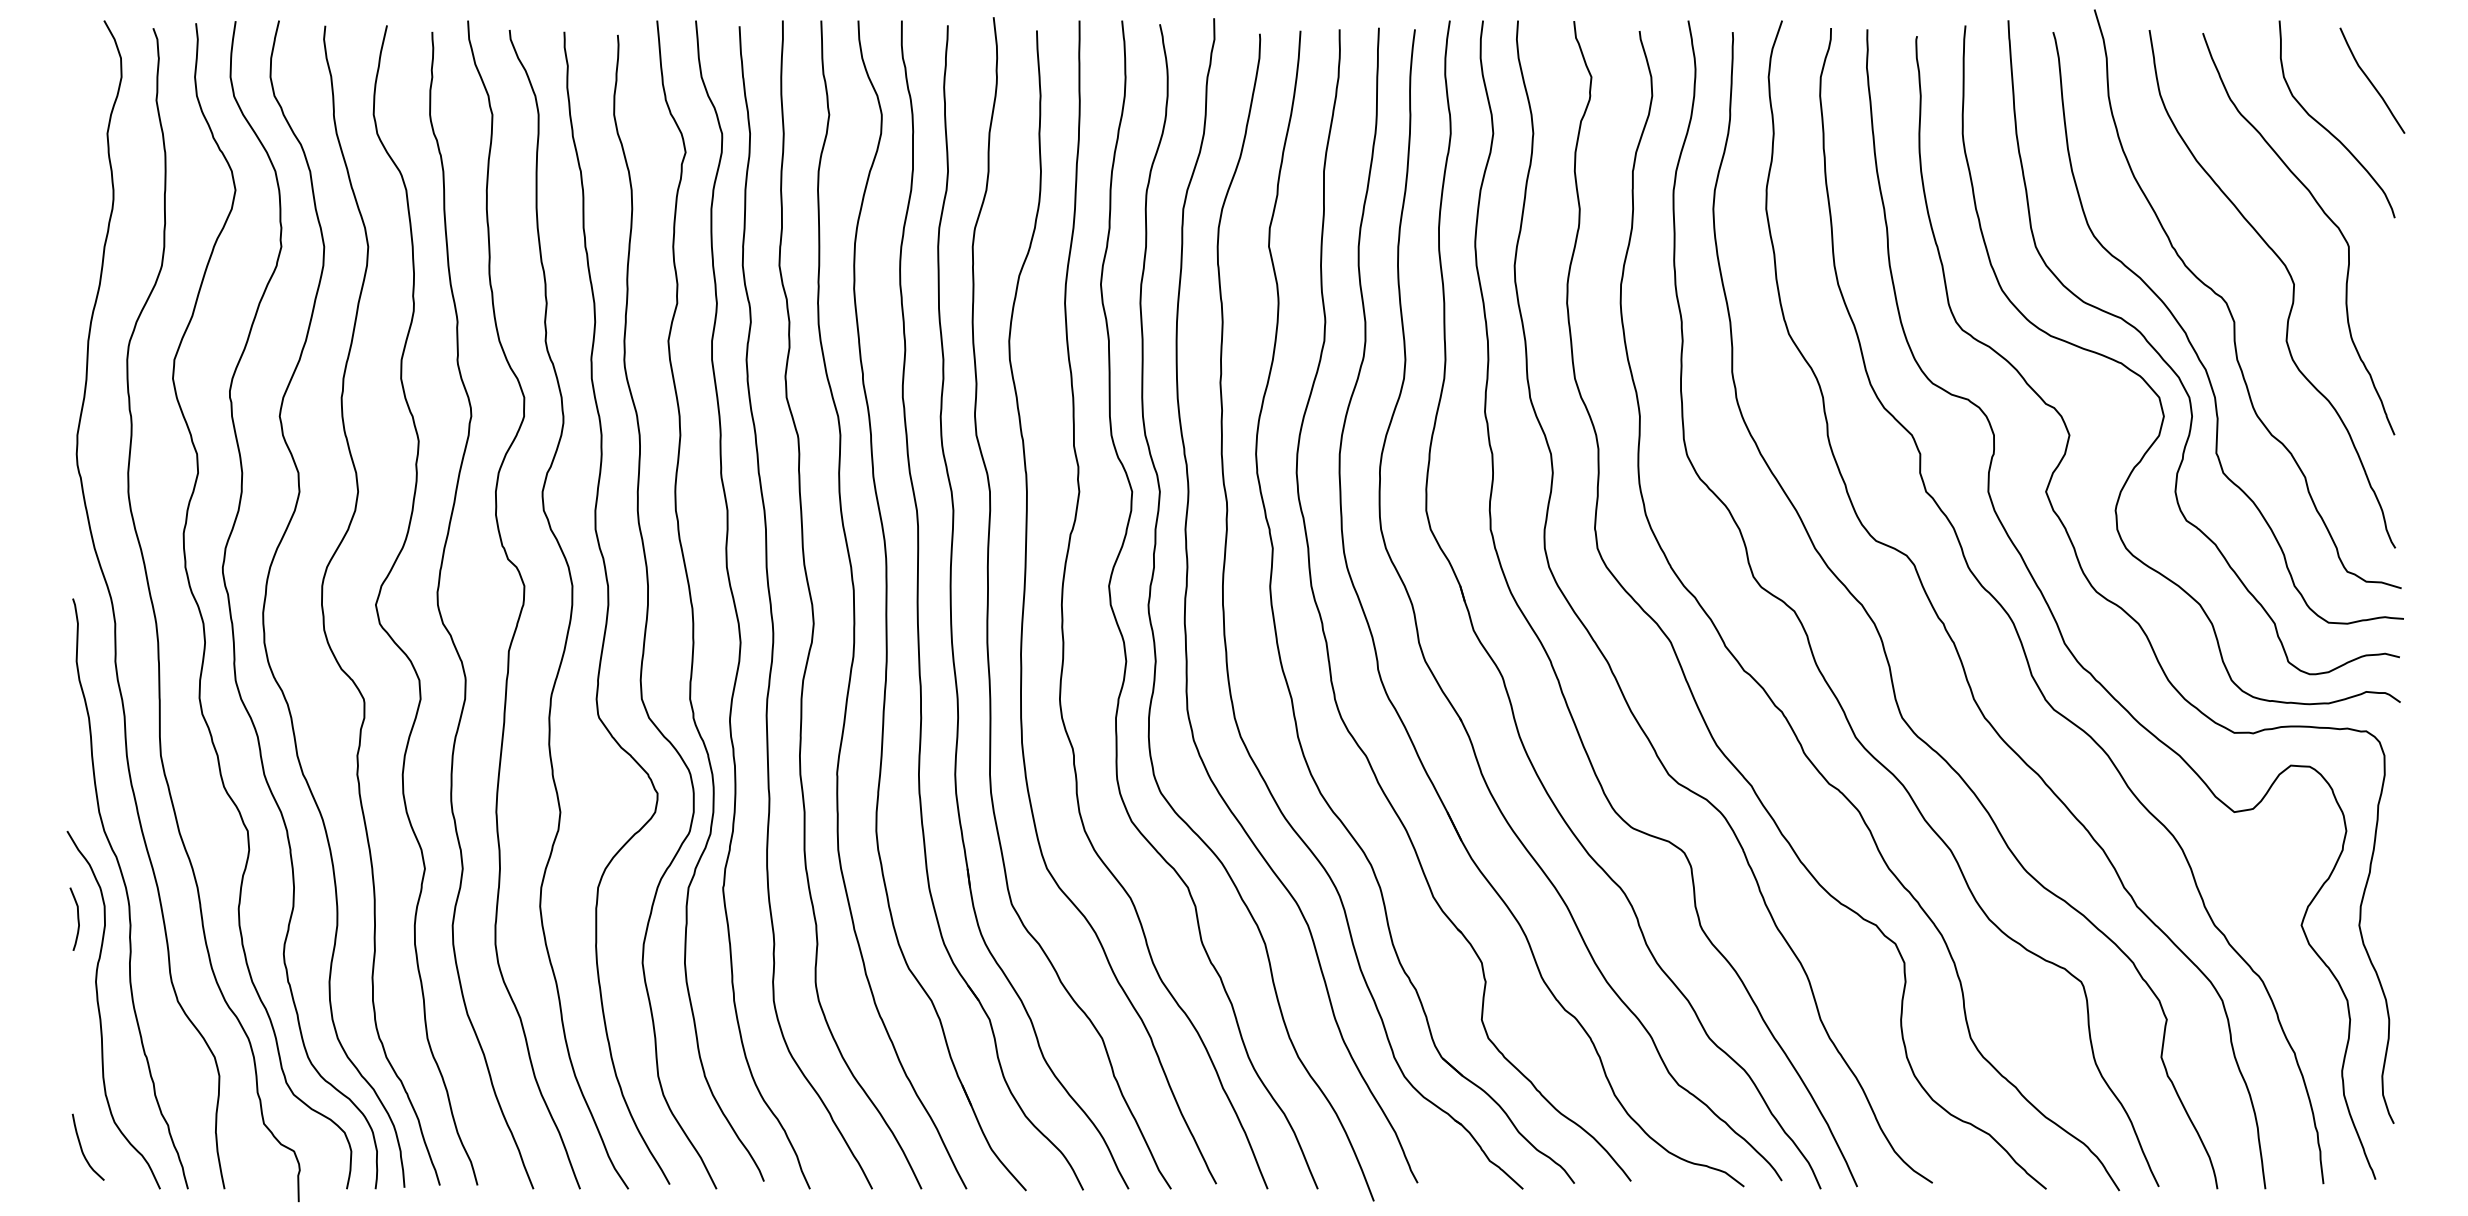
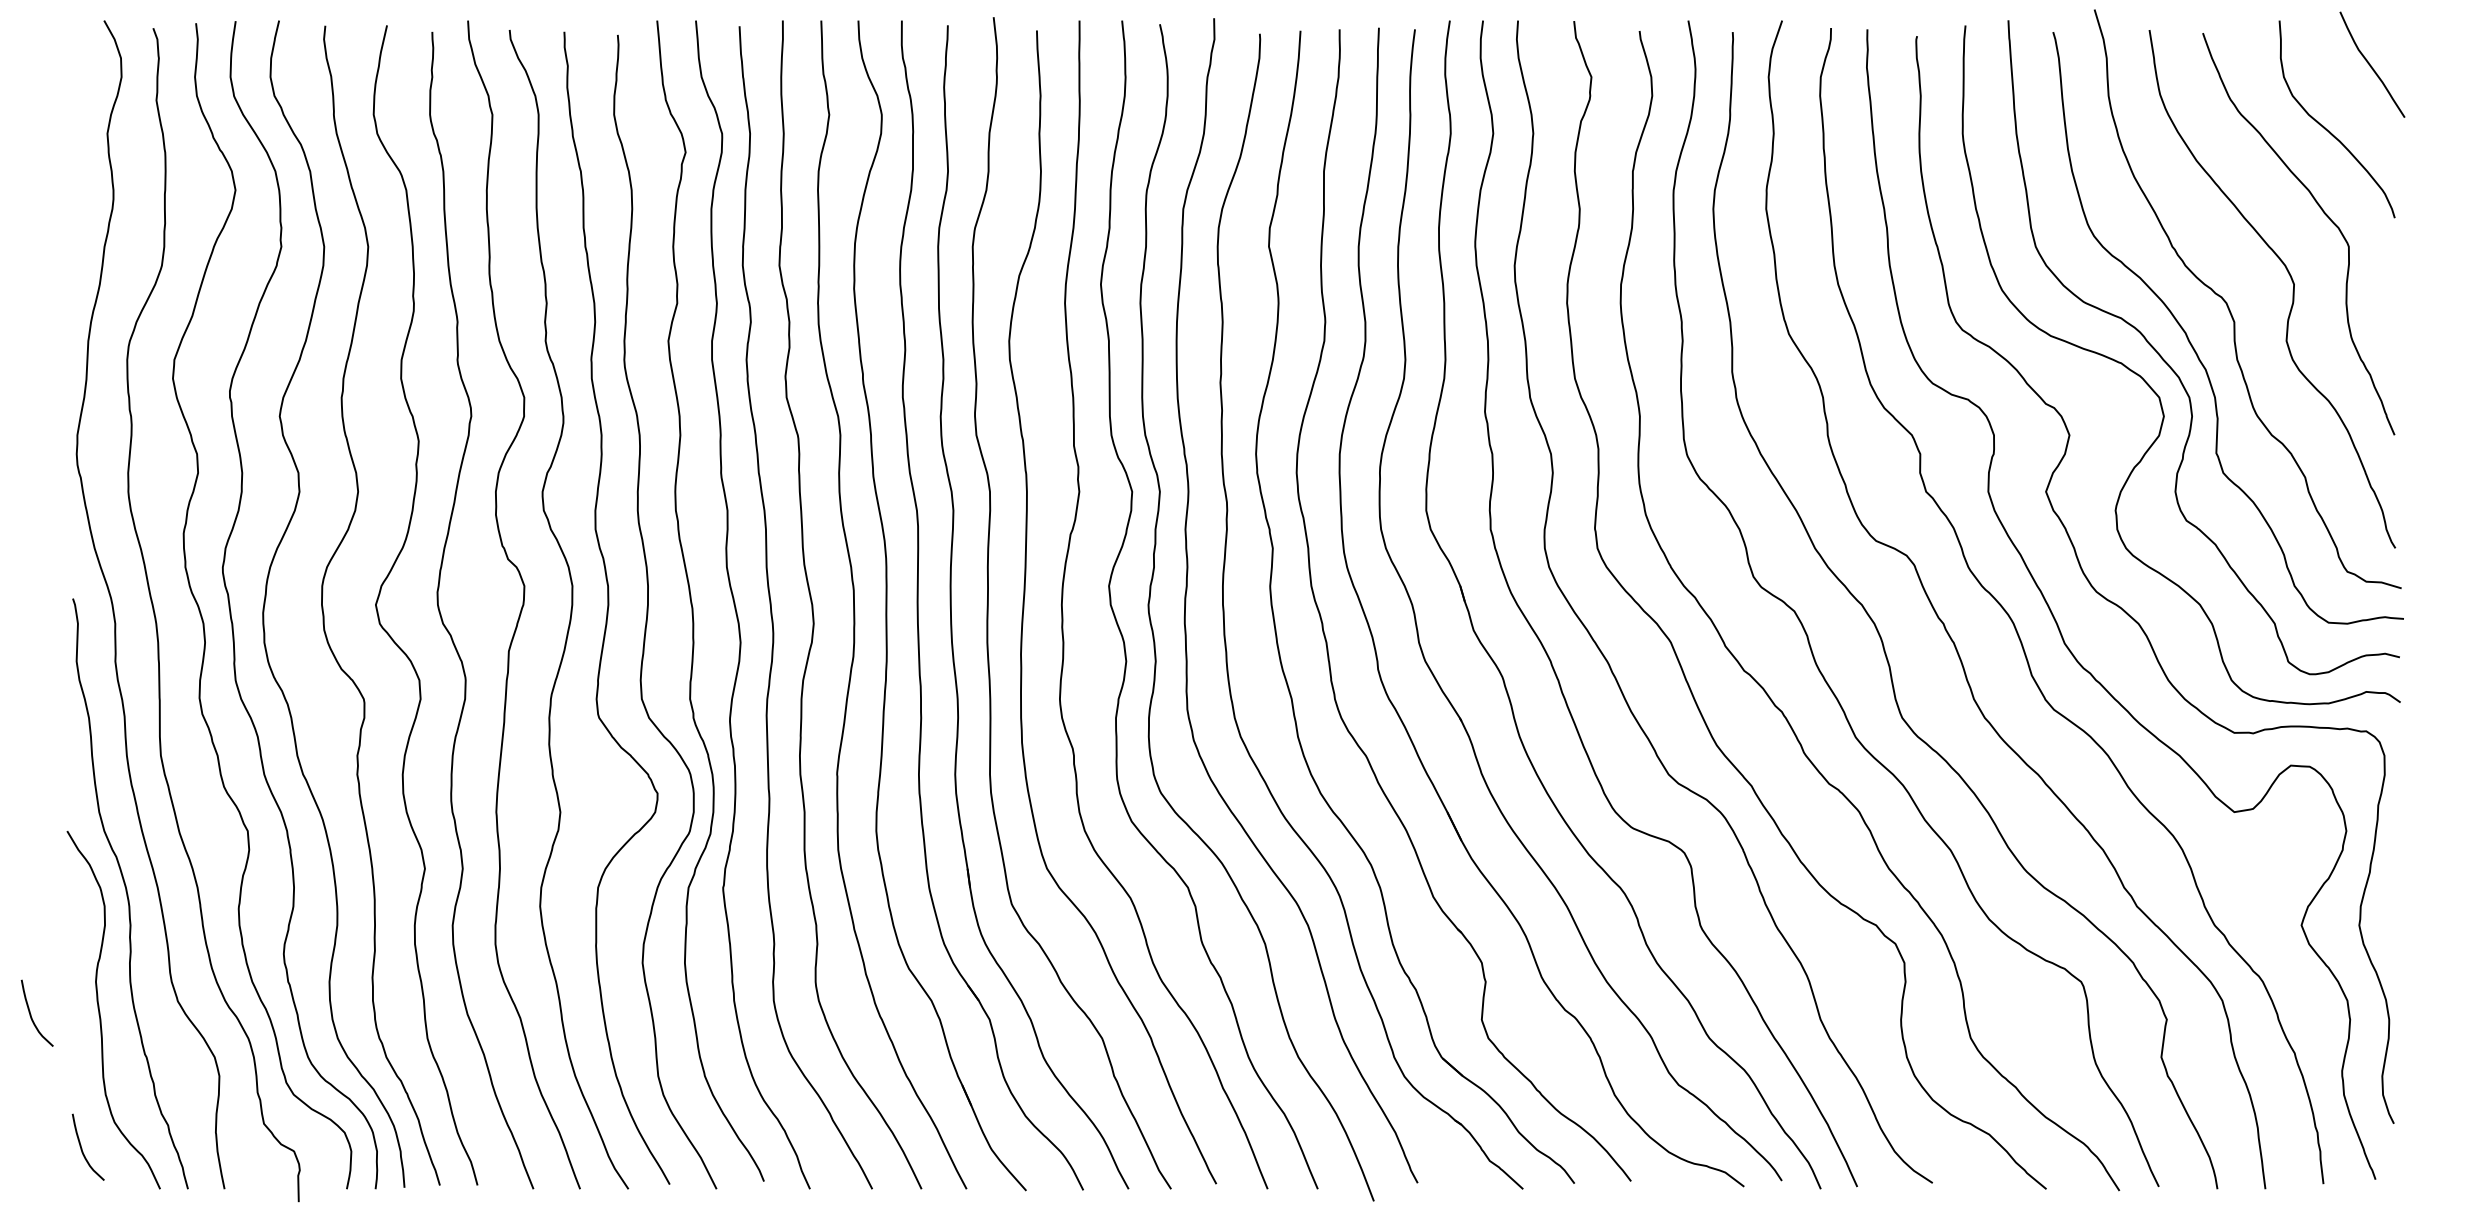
curve at (2371, 81) position: (2371, 81) -> (2371, 65)
curve at (77, 918): present -> none
curve at (31, 1014): none -> present
